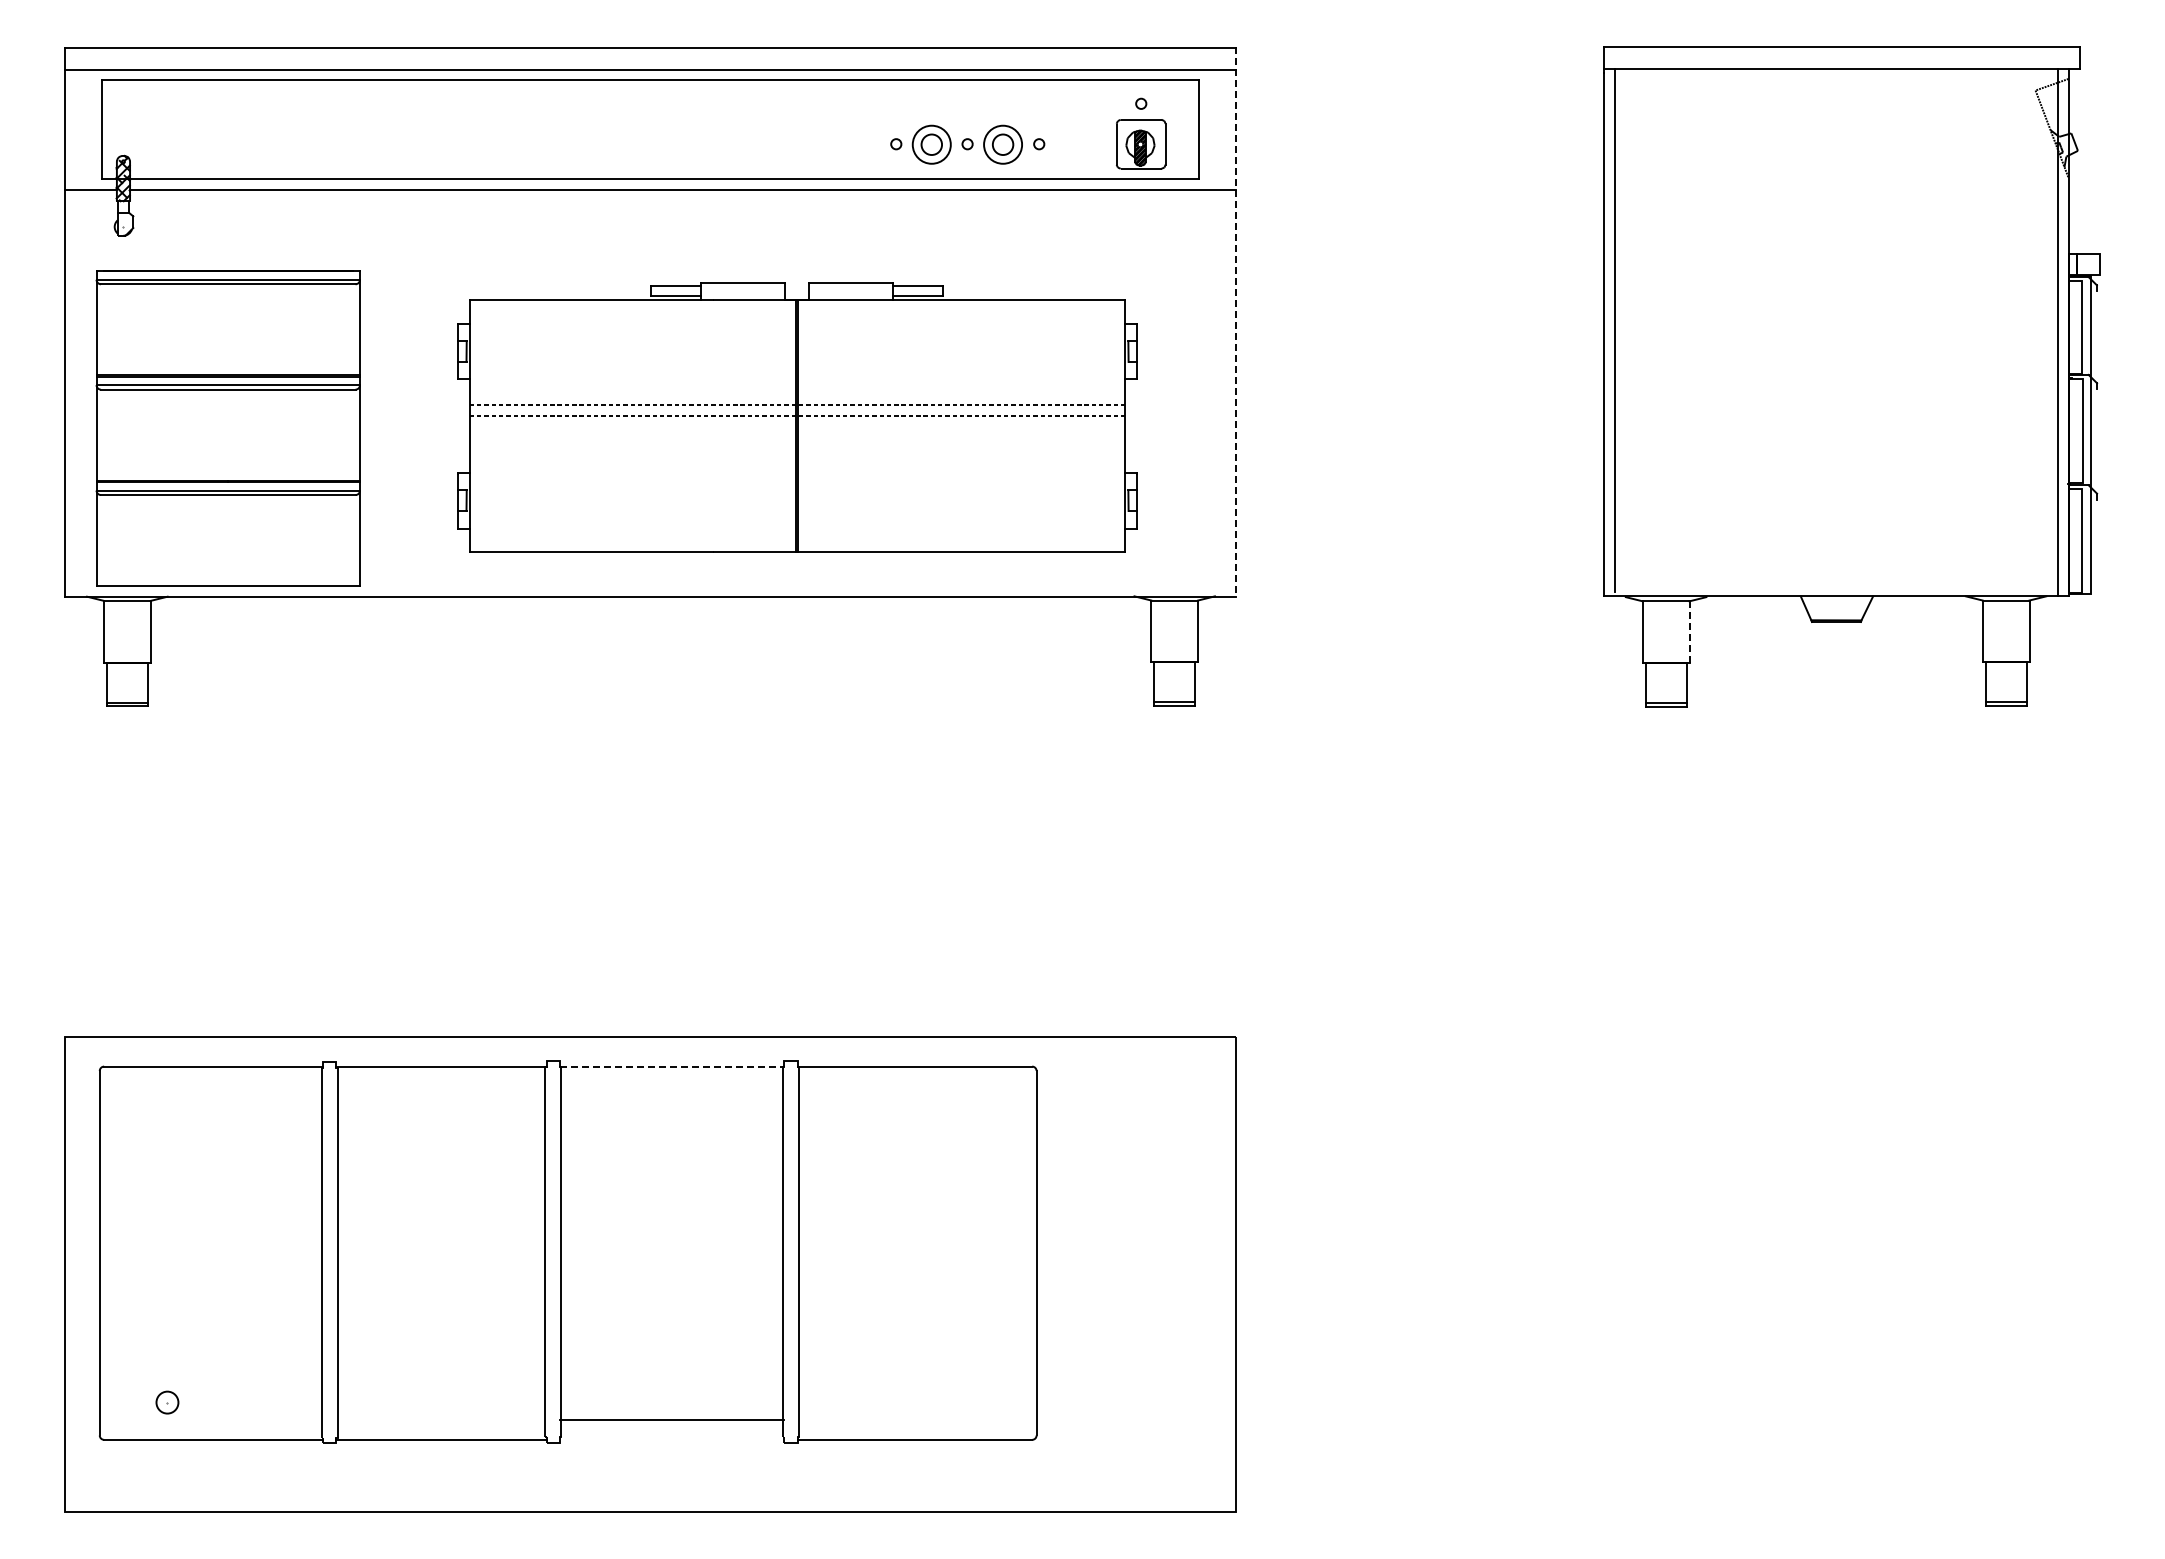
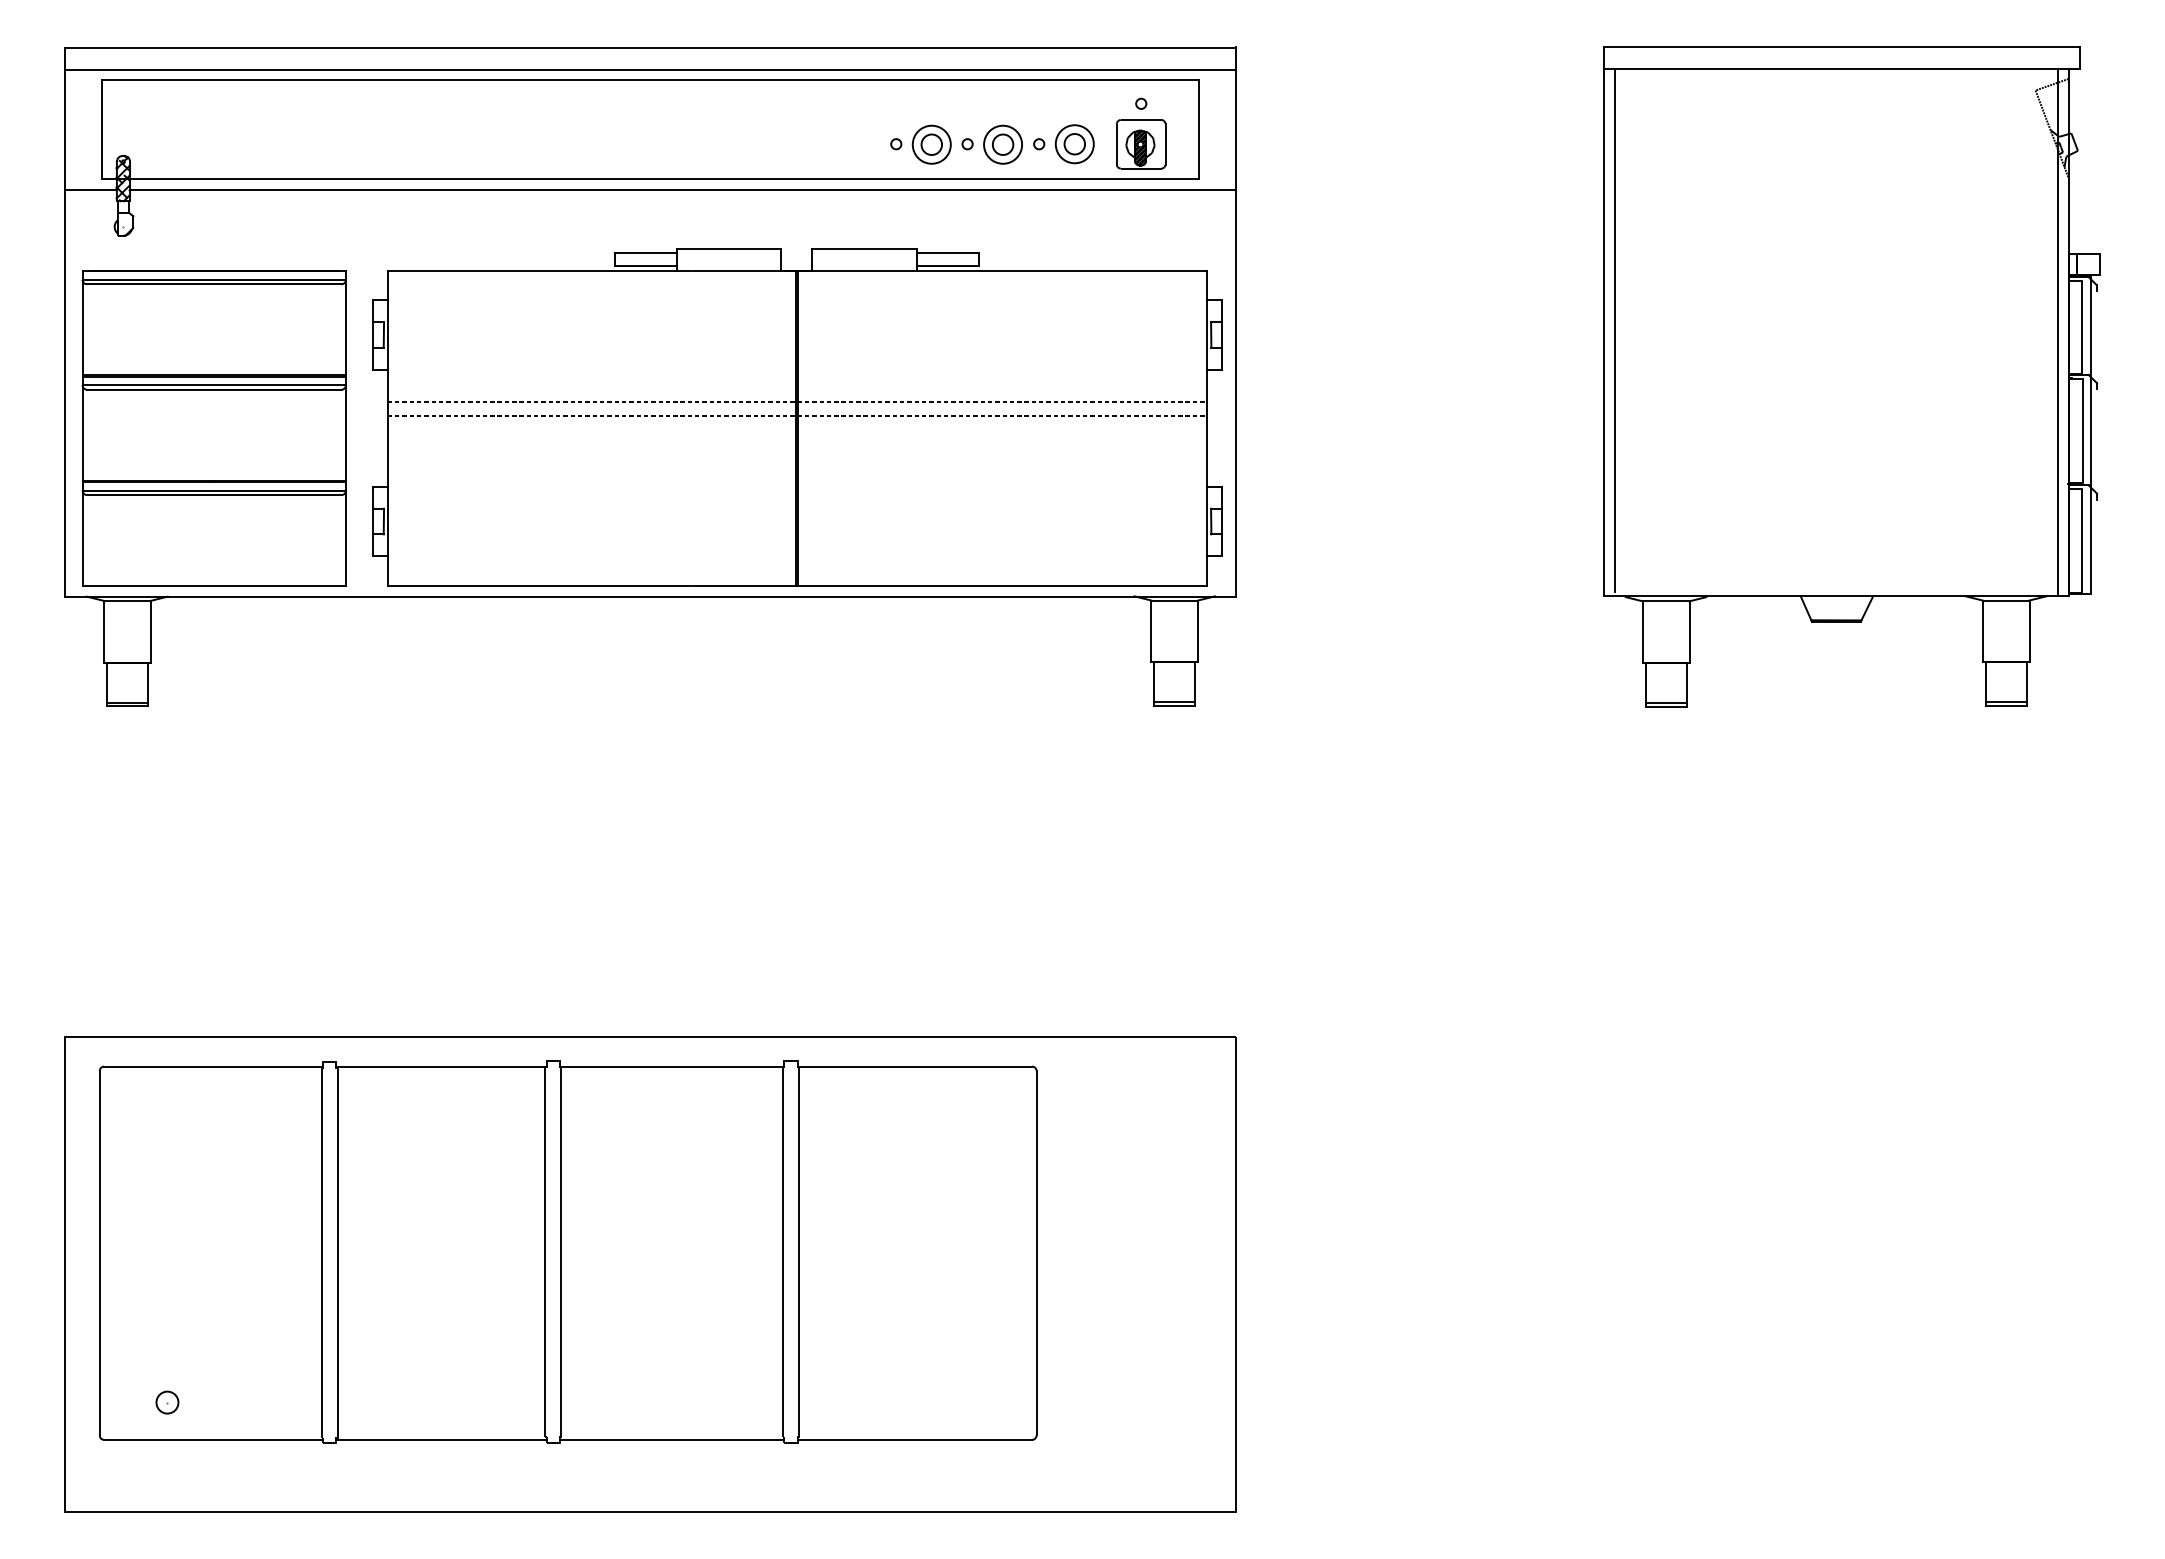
part at (1074, 144): none -> present
line at (1235, 321): dashed -> solid
part at (797, 417) size: 681x271 px -> 851x339 px
part at (227, 428) position: (227, 428) -> (213, 428)
line at (1689, 632): dashed -> solid
line at (672, 1066): dashed -> solid
line at (671, 1419) position: (671, 1419) -> (671, 1439)
